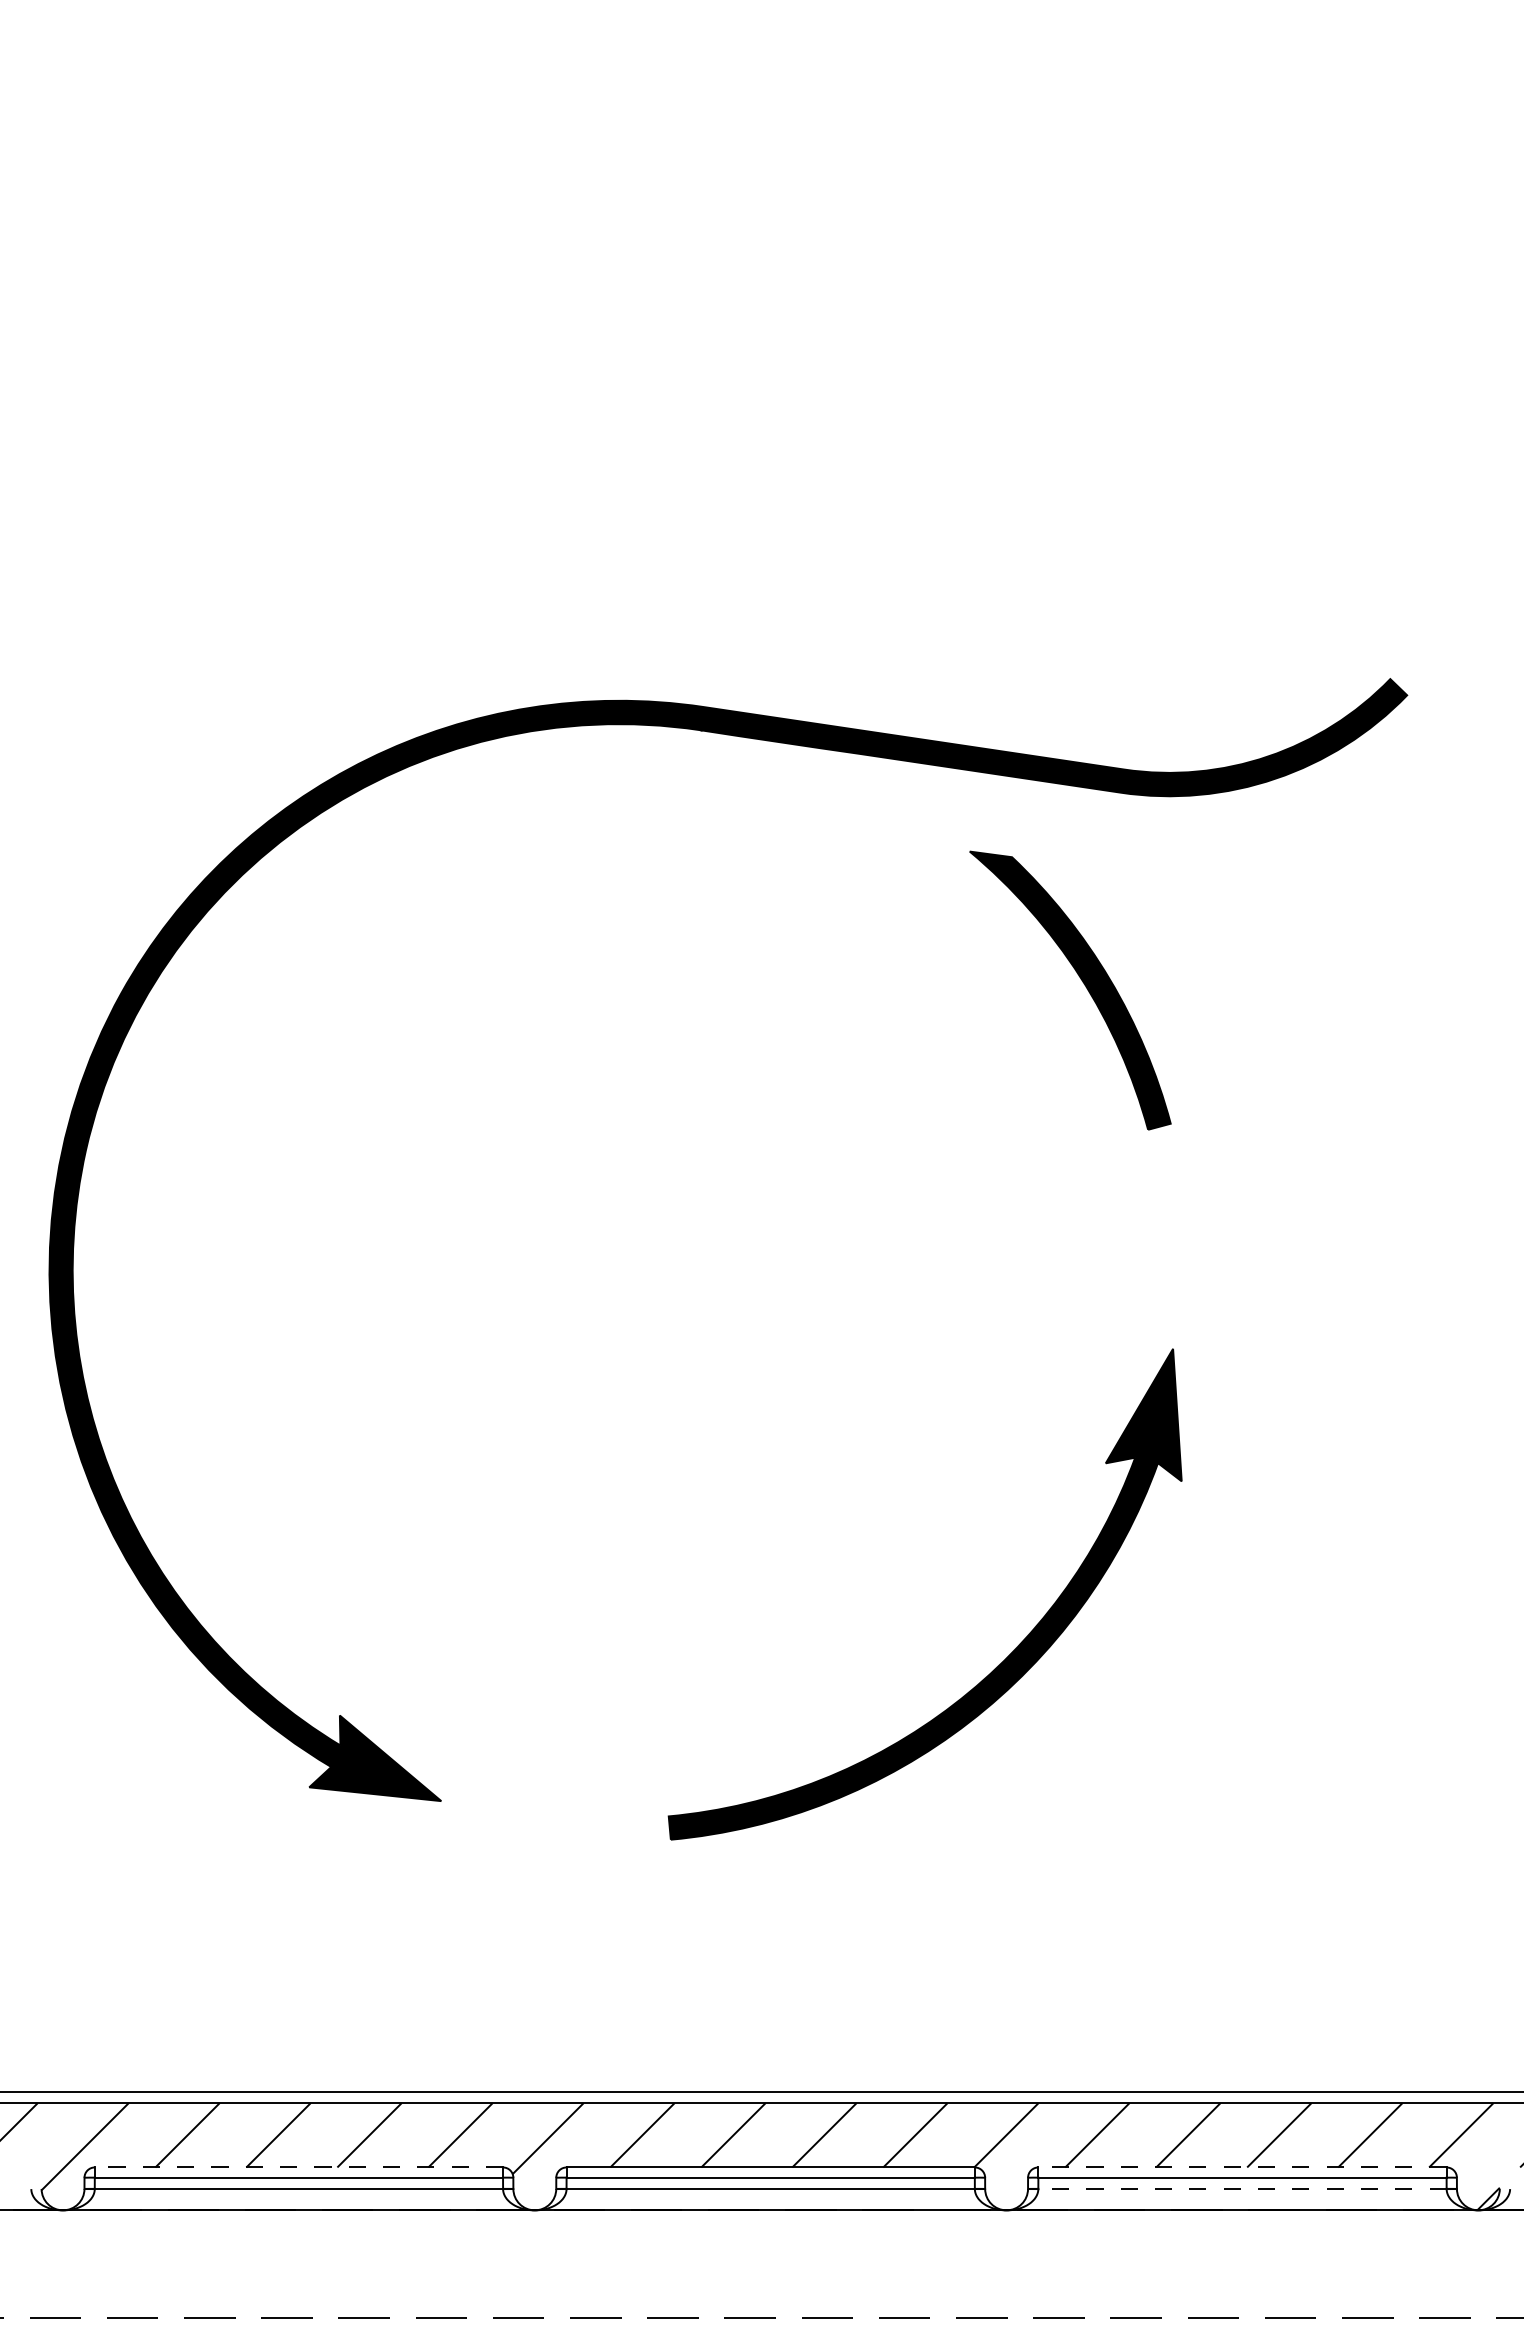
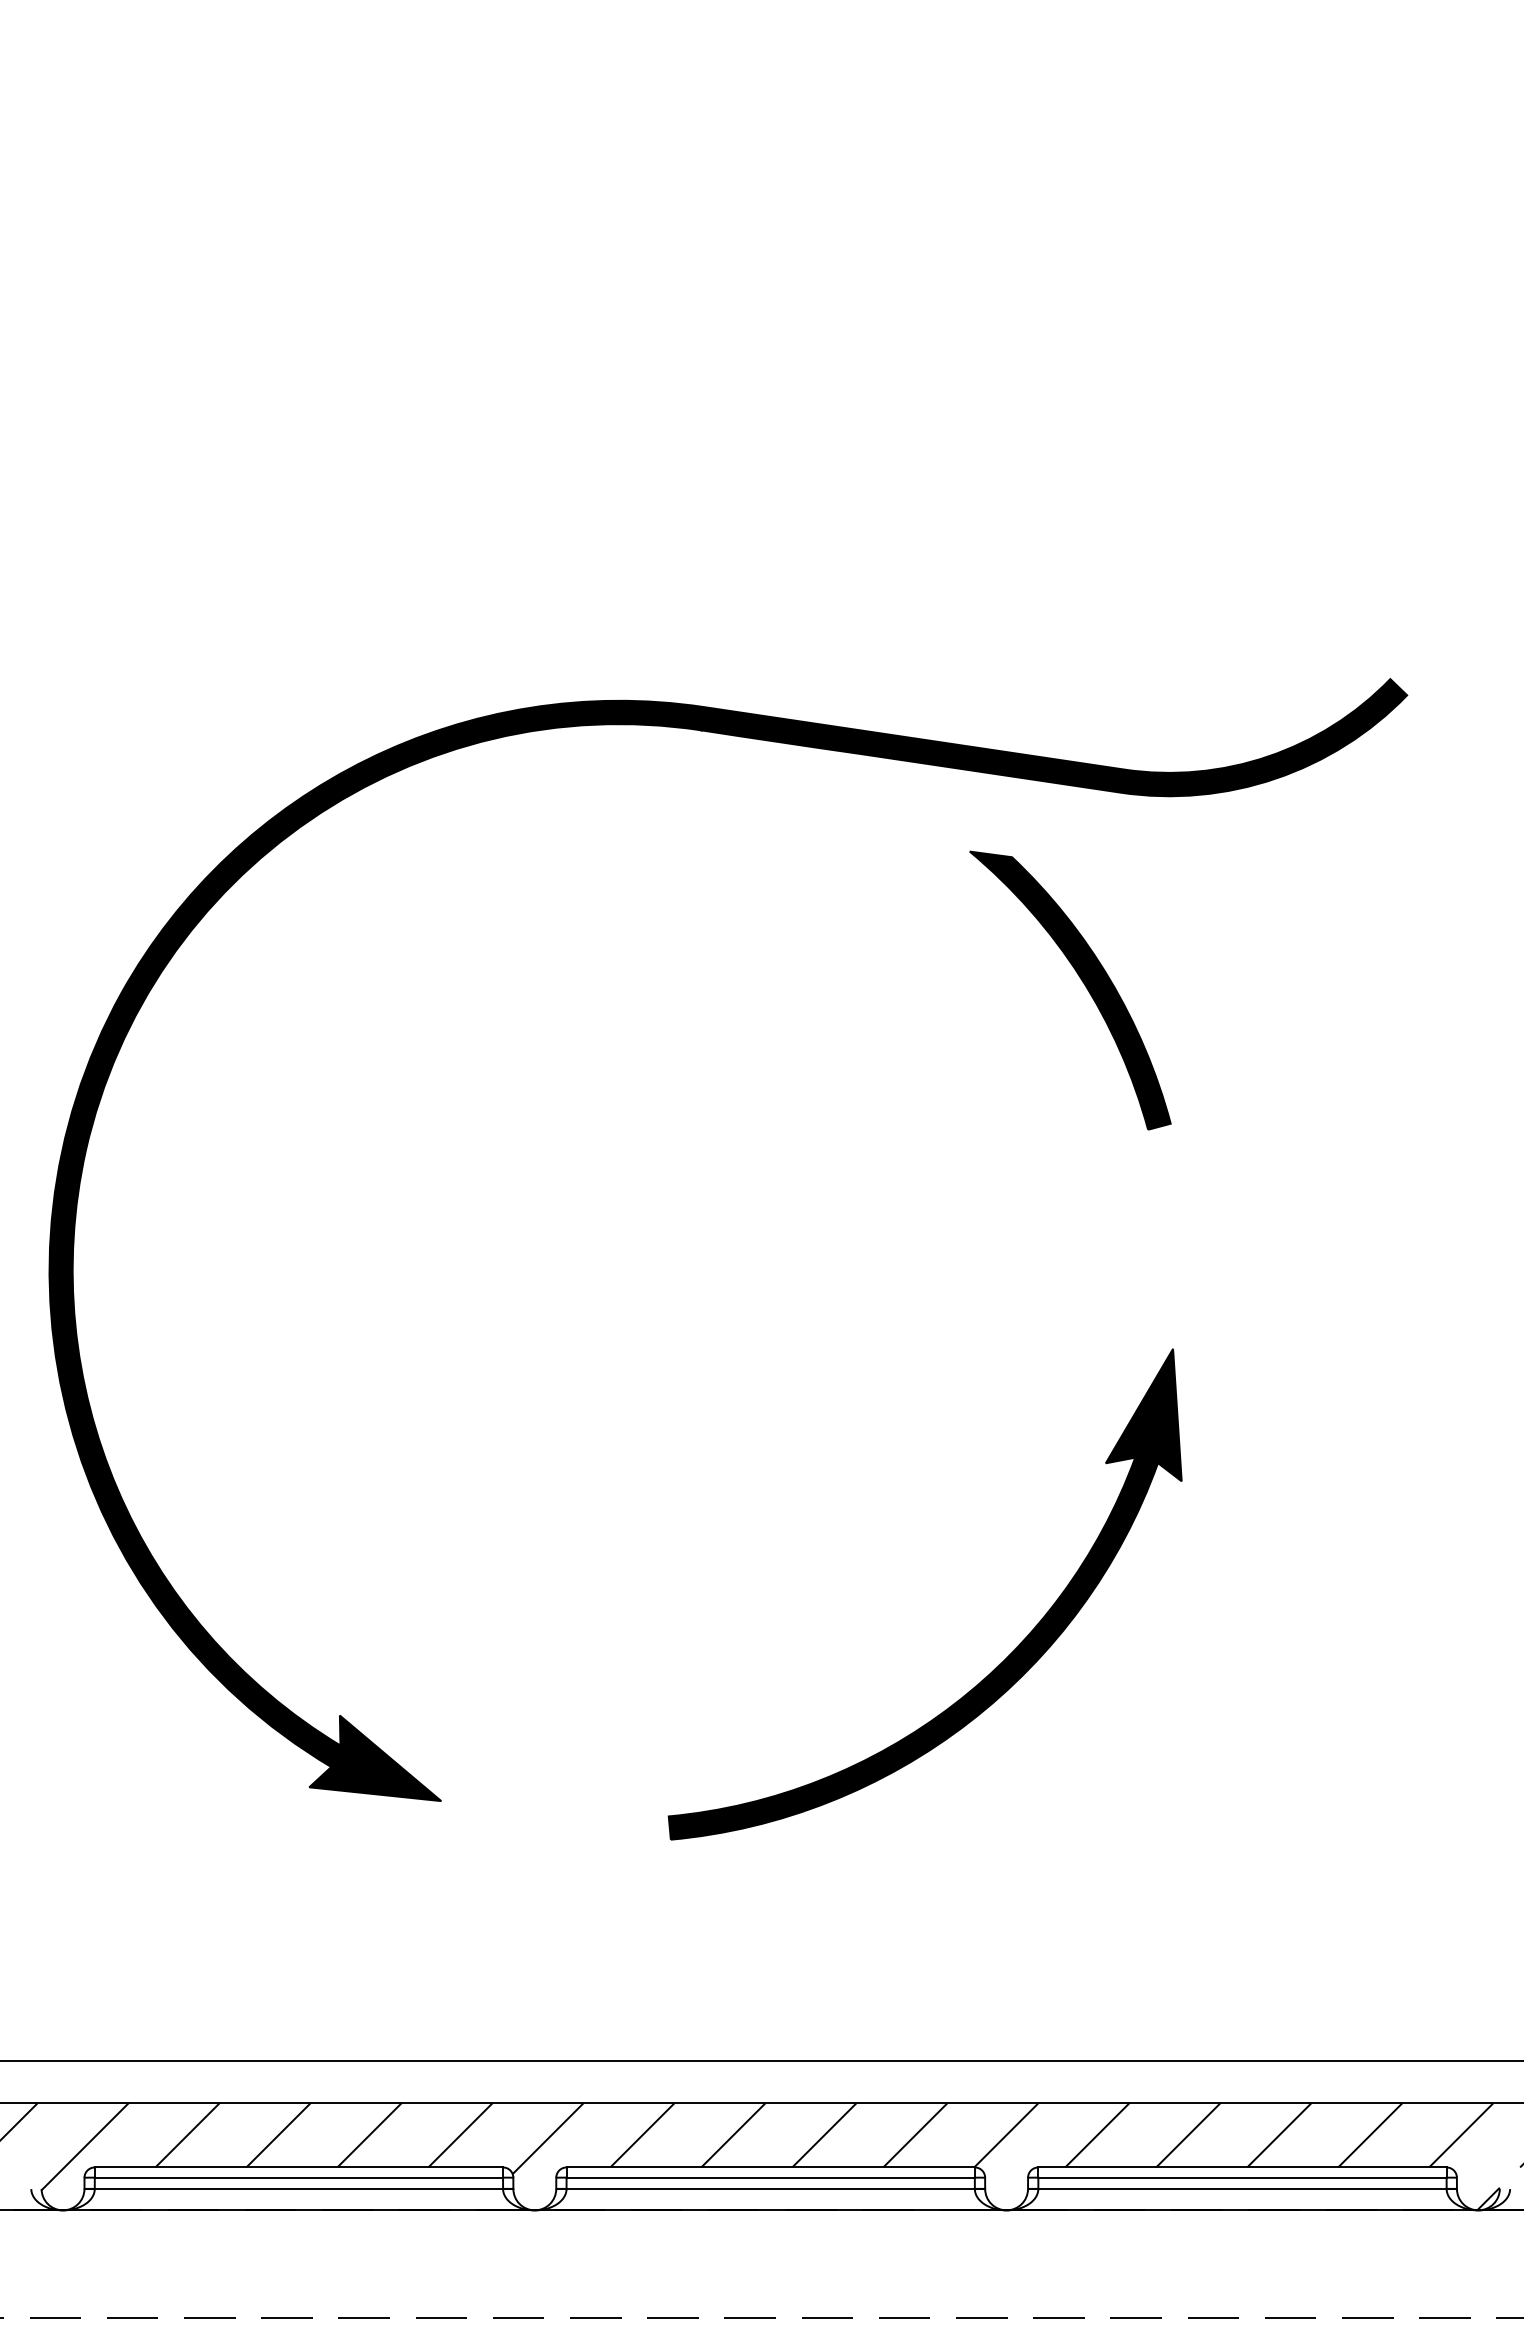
line at (761, 2091) position: (761, 2091) -> (761, 2060)
line at (298, 2167): dashed -> solid
line at (1241, 2167): dashed -> solid
line at (1241, 2189): dashed -> solid
